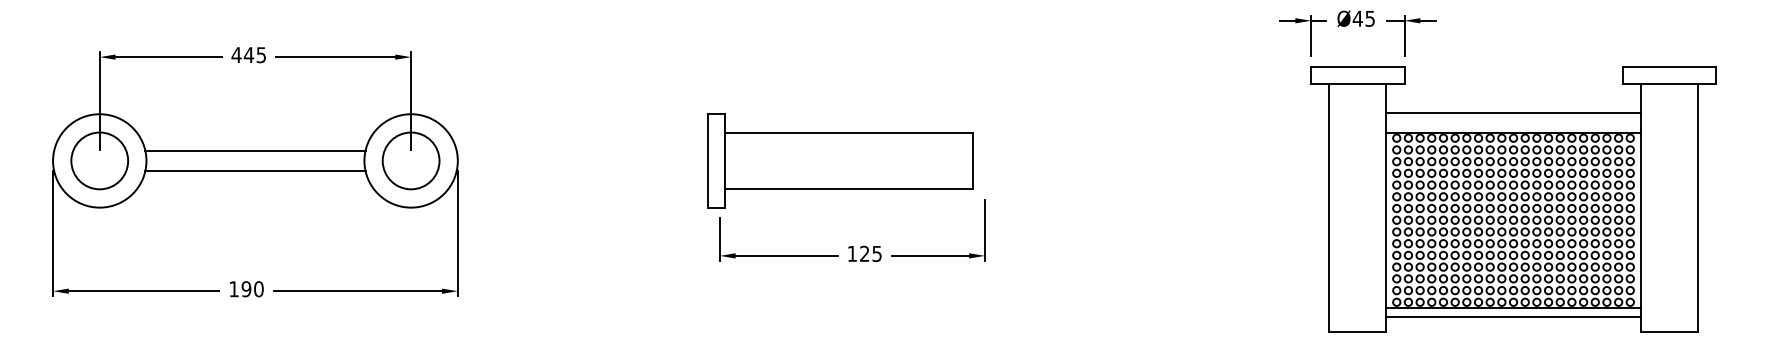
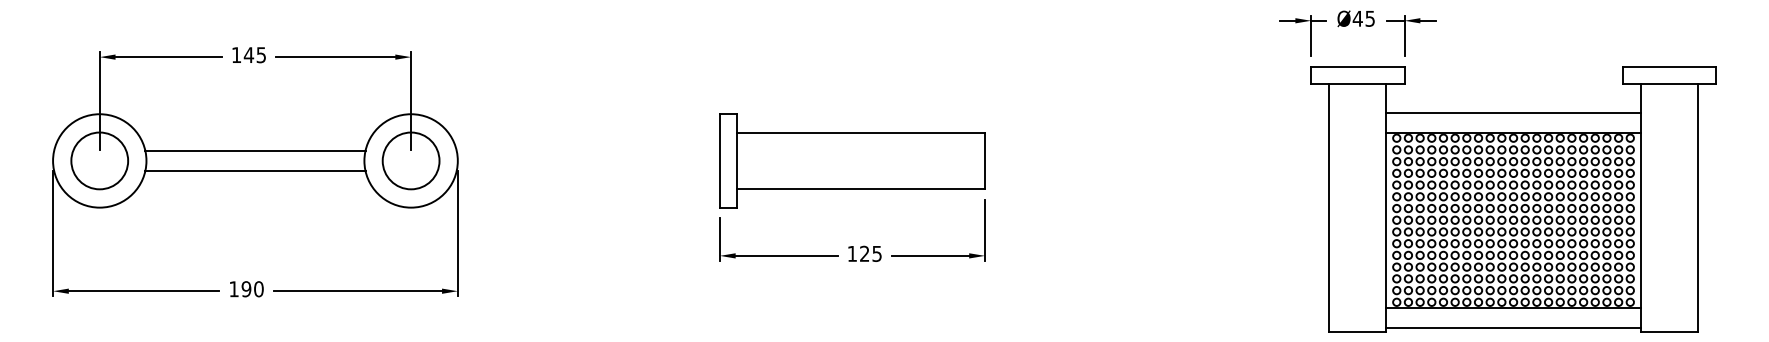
text at (236, 54): 445 -> 145
part at (840, 160) position: (840, 160) -> (852, 160)
line at (1513, 316) position: (1513, 316) -> (1513, 327)
